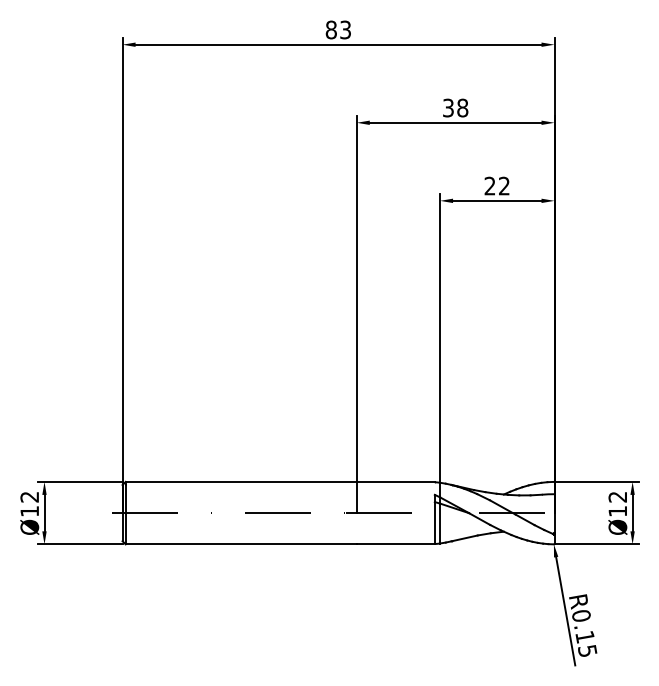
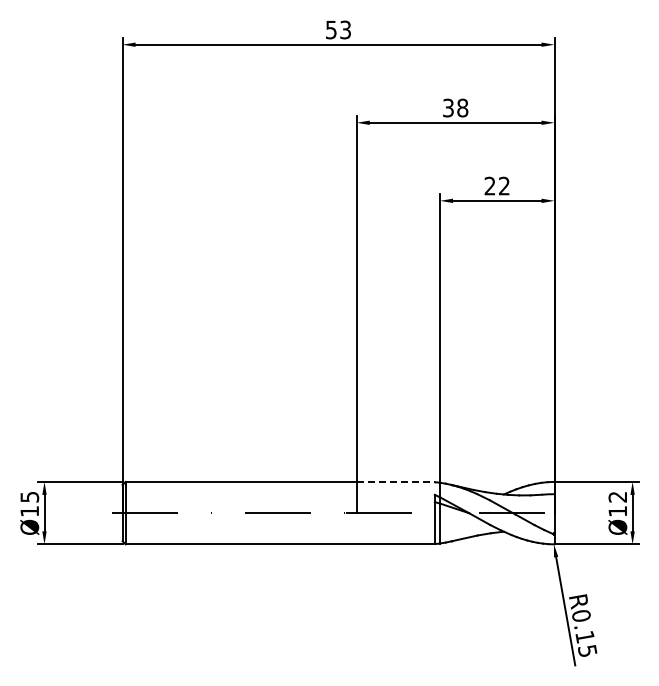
text at (330, 29): 83 -> 53
line at (396, 481): solid -> dashed
text at (29, 497): Ø12 -> Ø15
